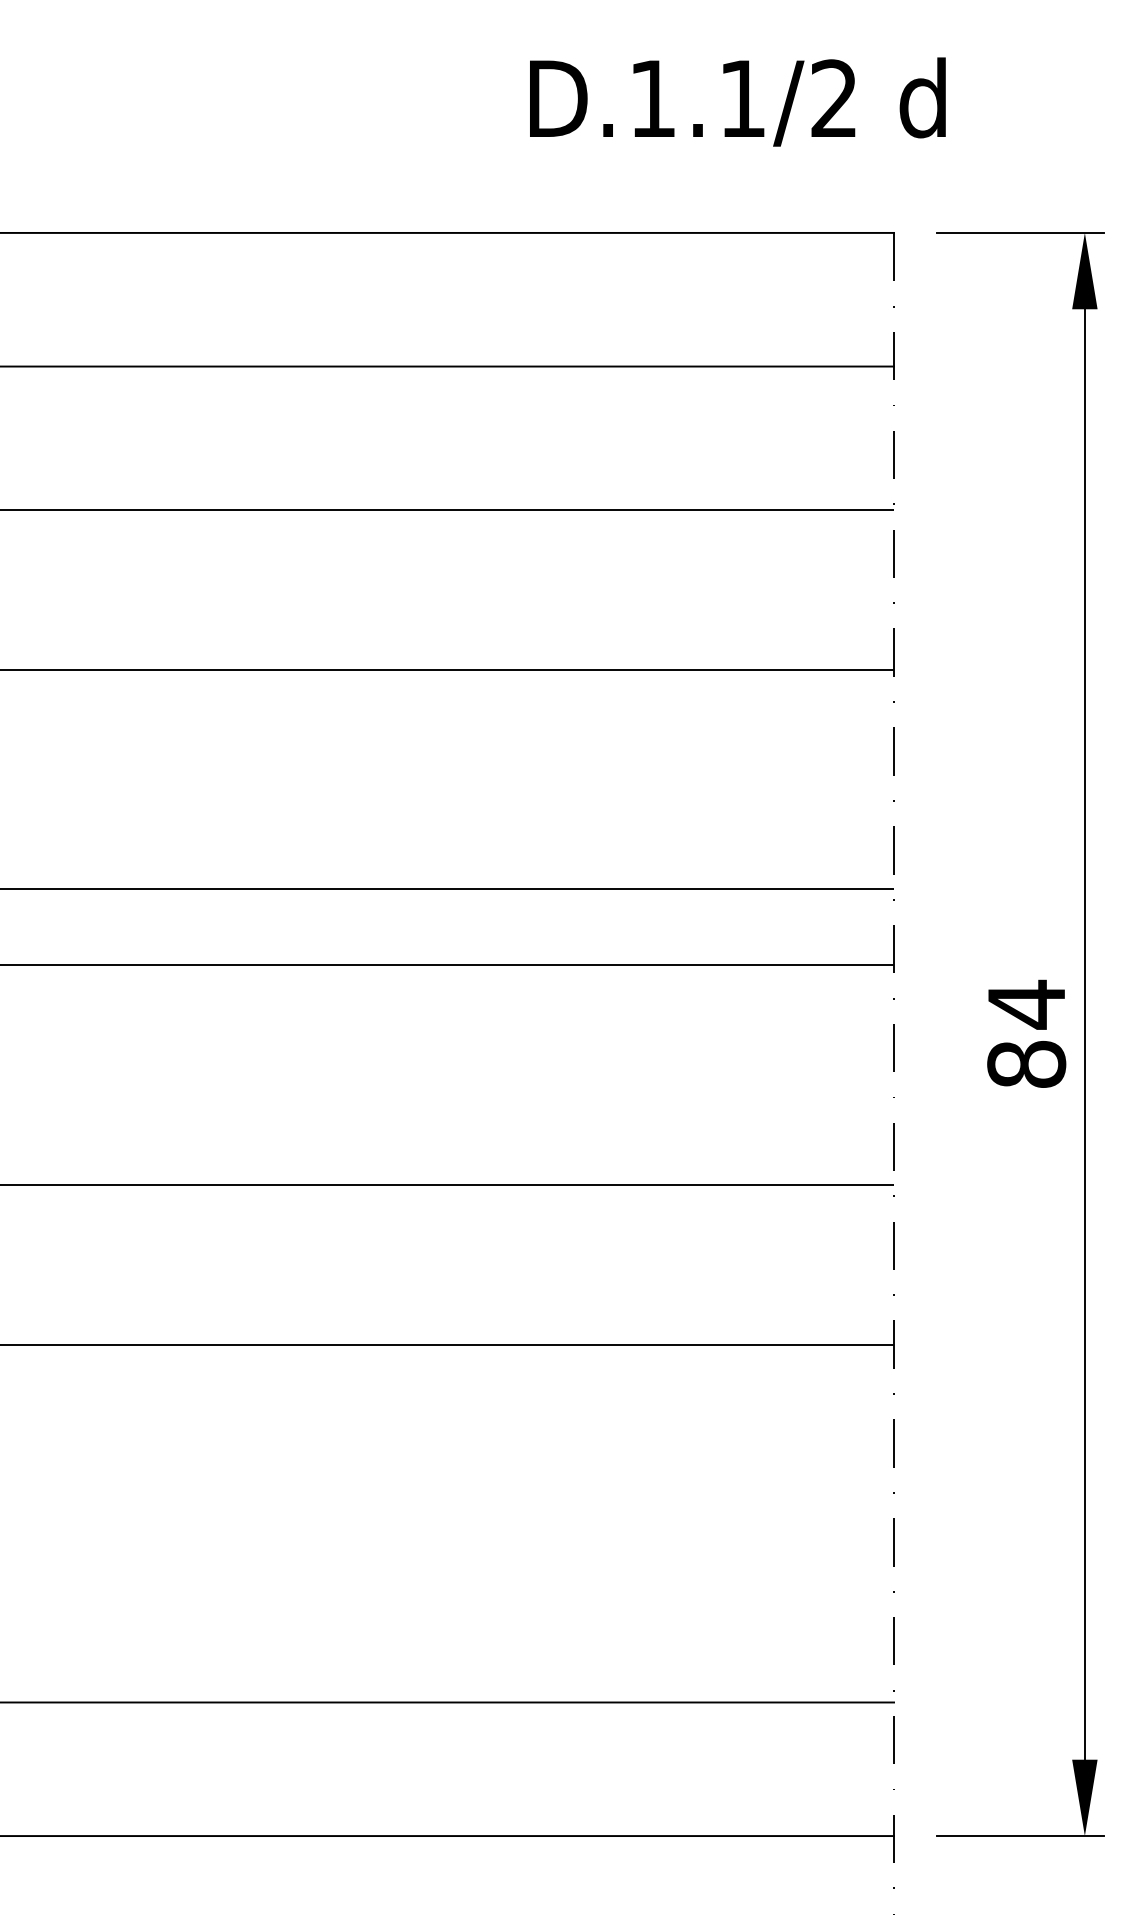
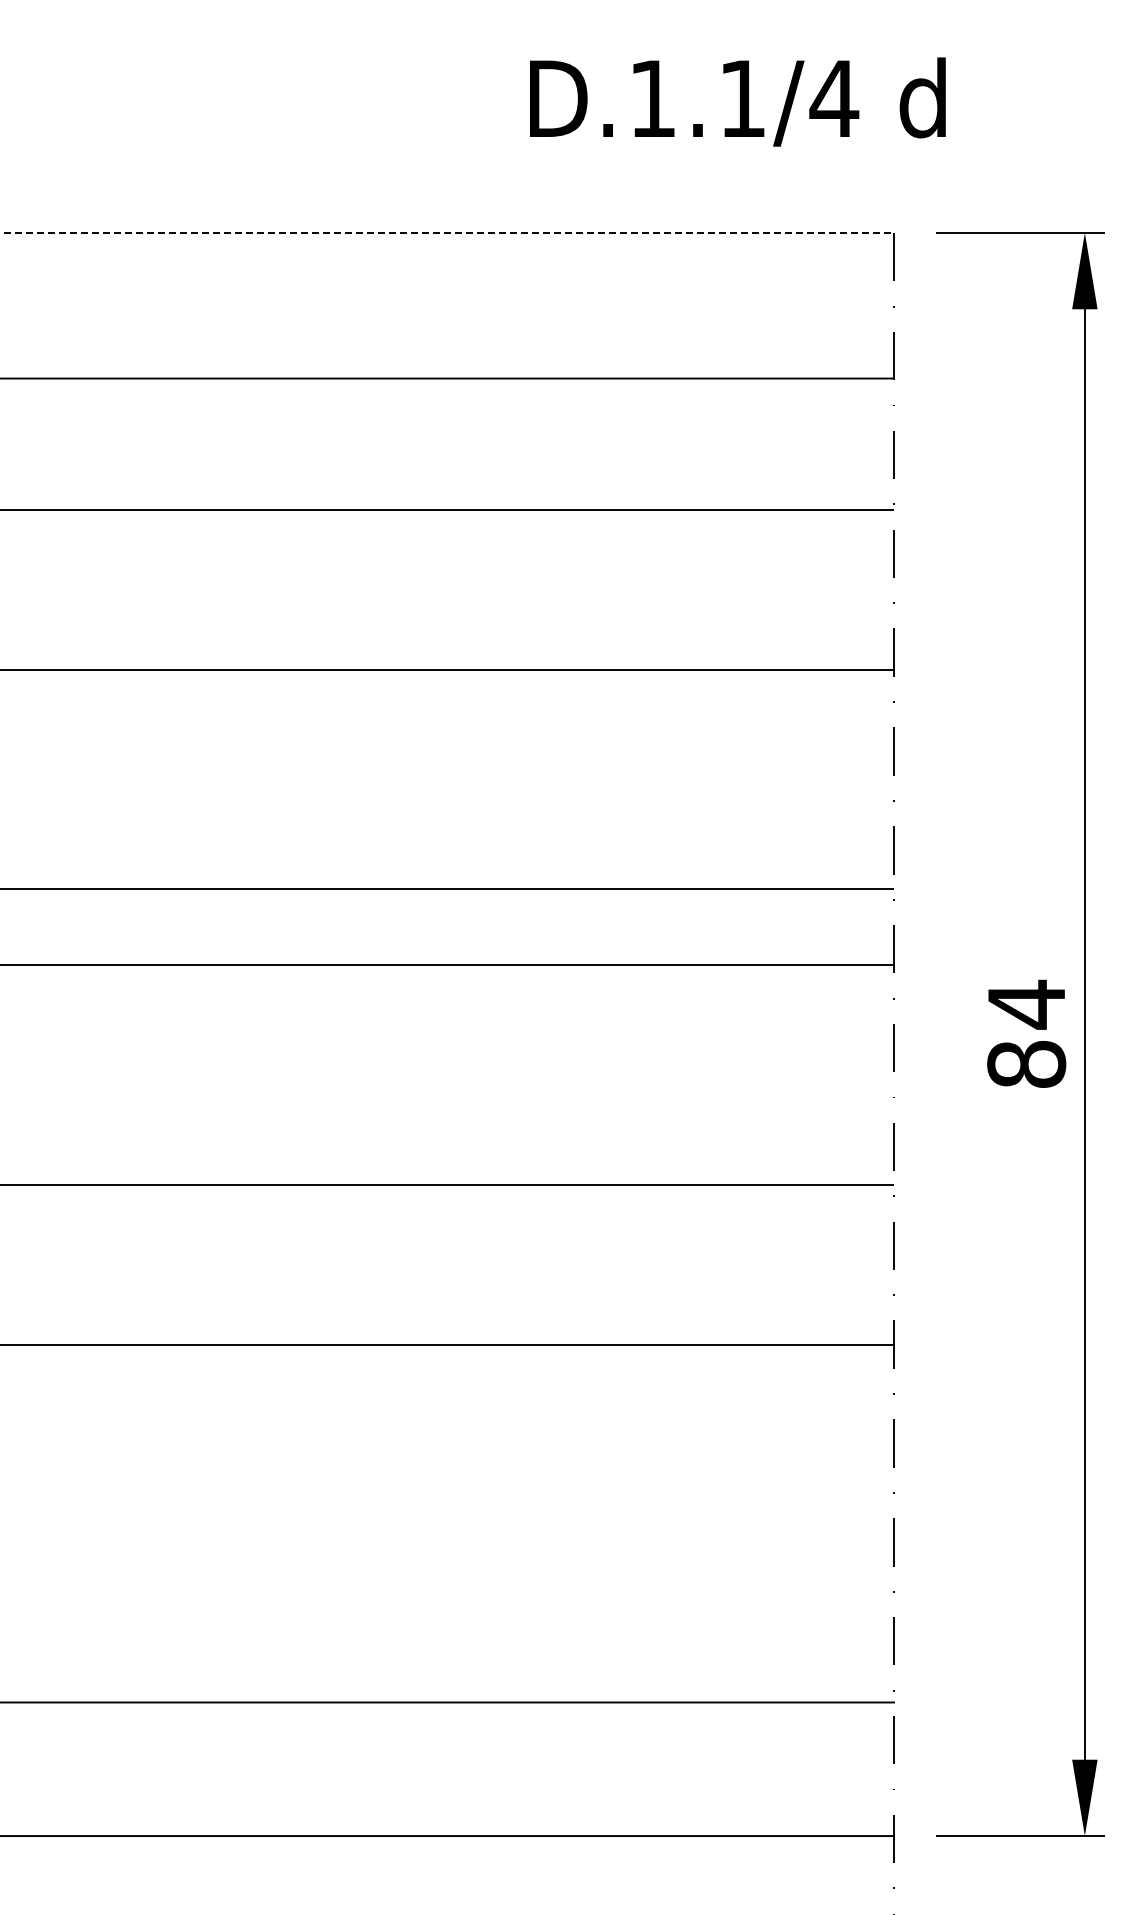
text at (834, 97): D.1.1/2 -> D.1.1/4
line at (447, 232): solid -> dashed
line at (448, 366) position: (448, 366) -> (448, 378)
